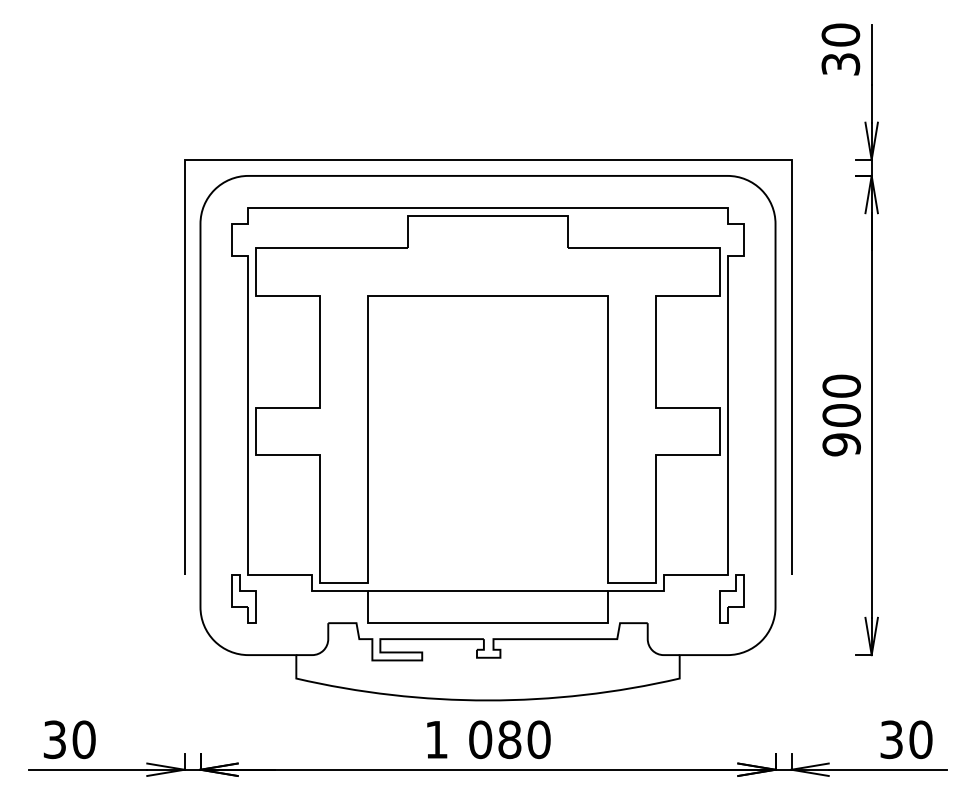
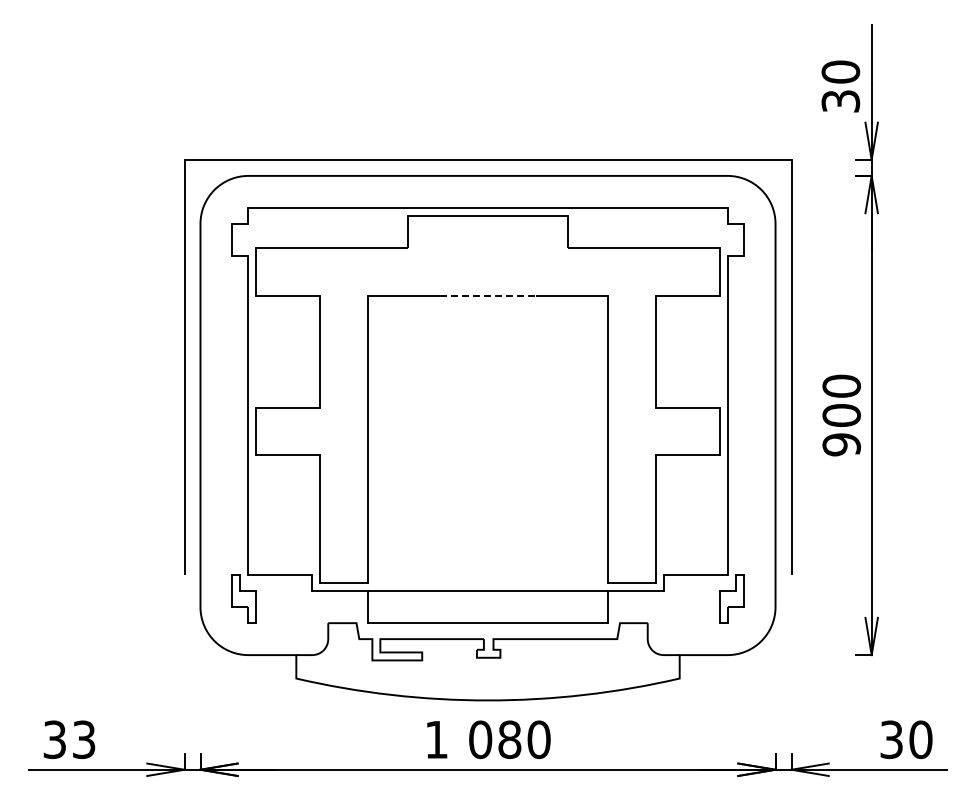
text at (840, 49) position: (840, 49) -> (840, 86)
line at (488, 295): solid -> dashed
text at (83, 739): 30 -> 33
